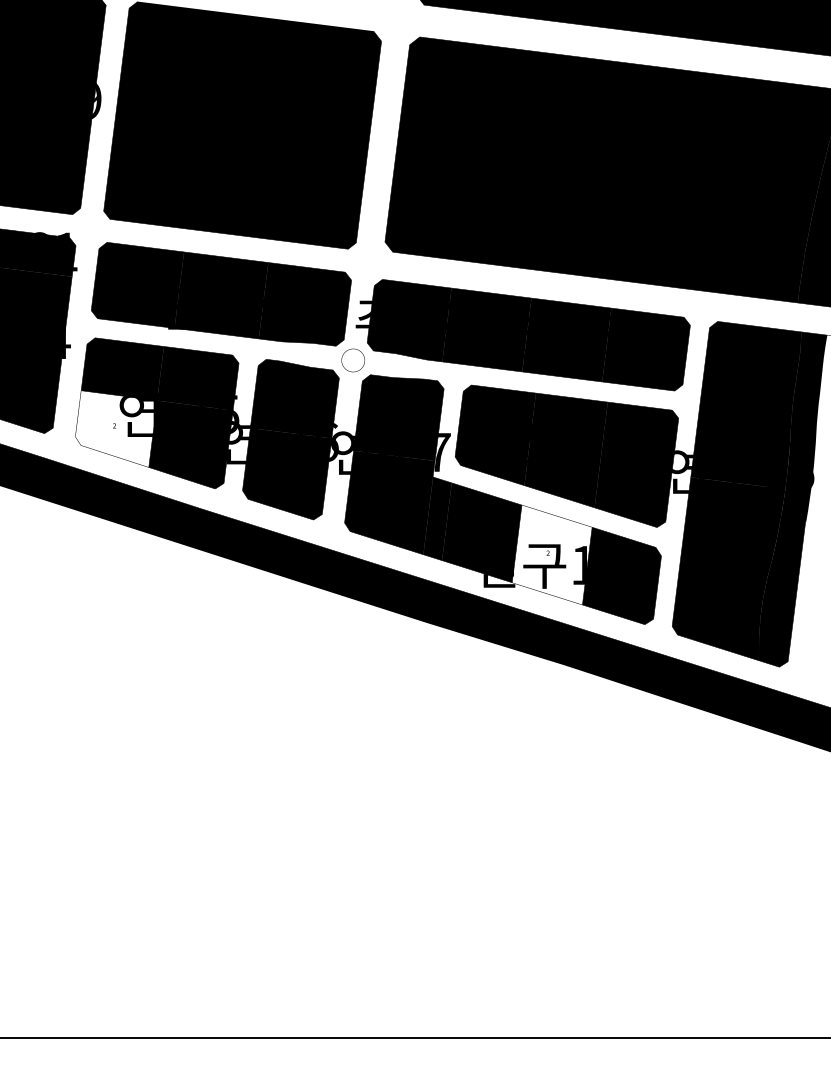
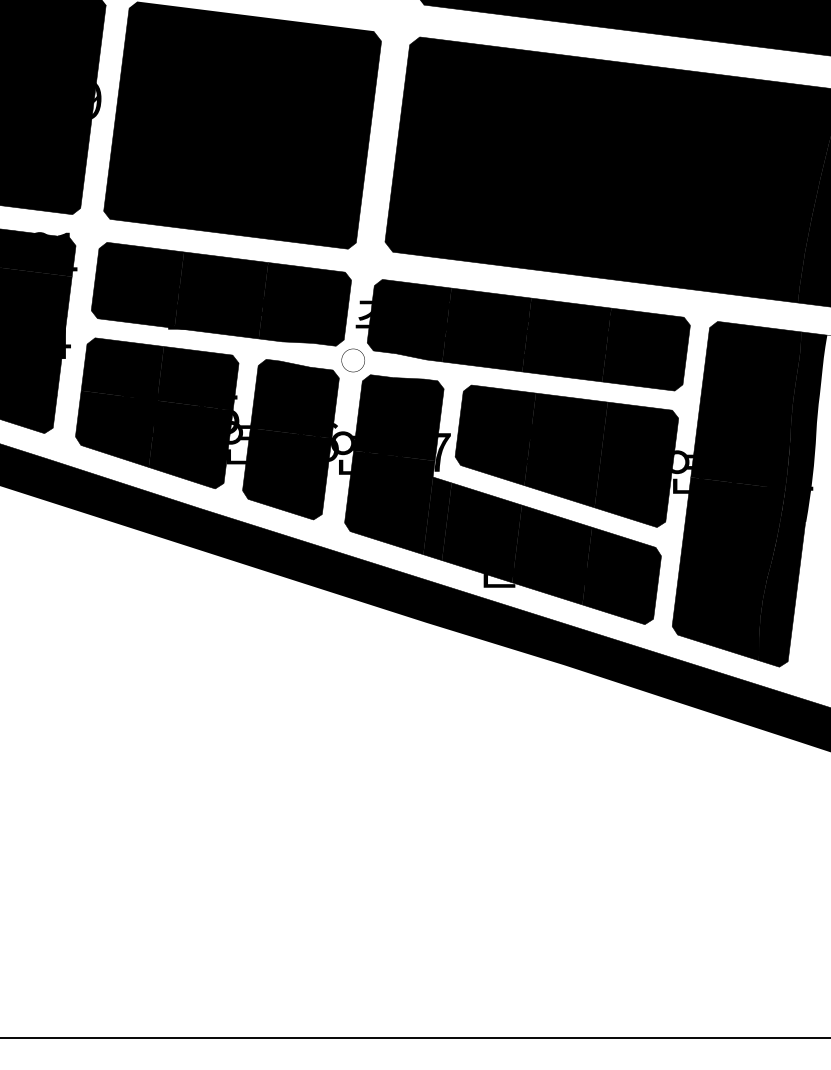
fill at (116, 428): none -> present
text at (812, 481): 16 -> 11
fill at (552, 554): none -> present
